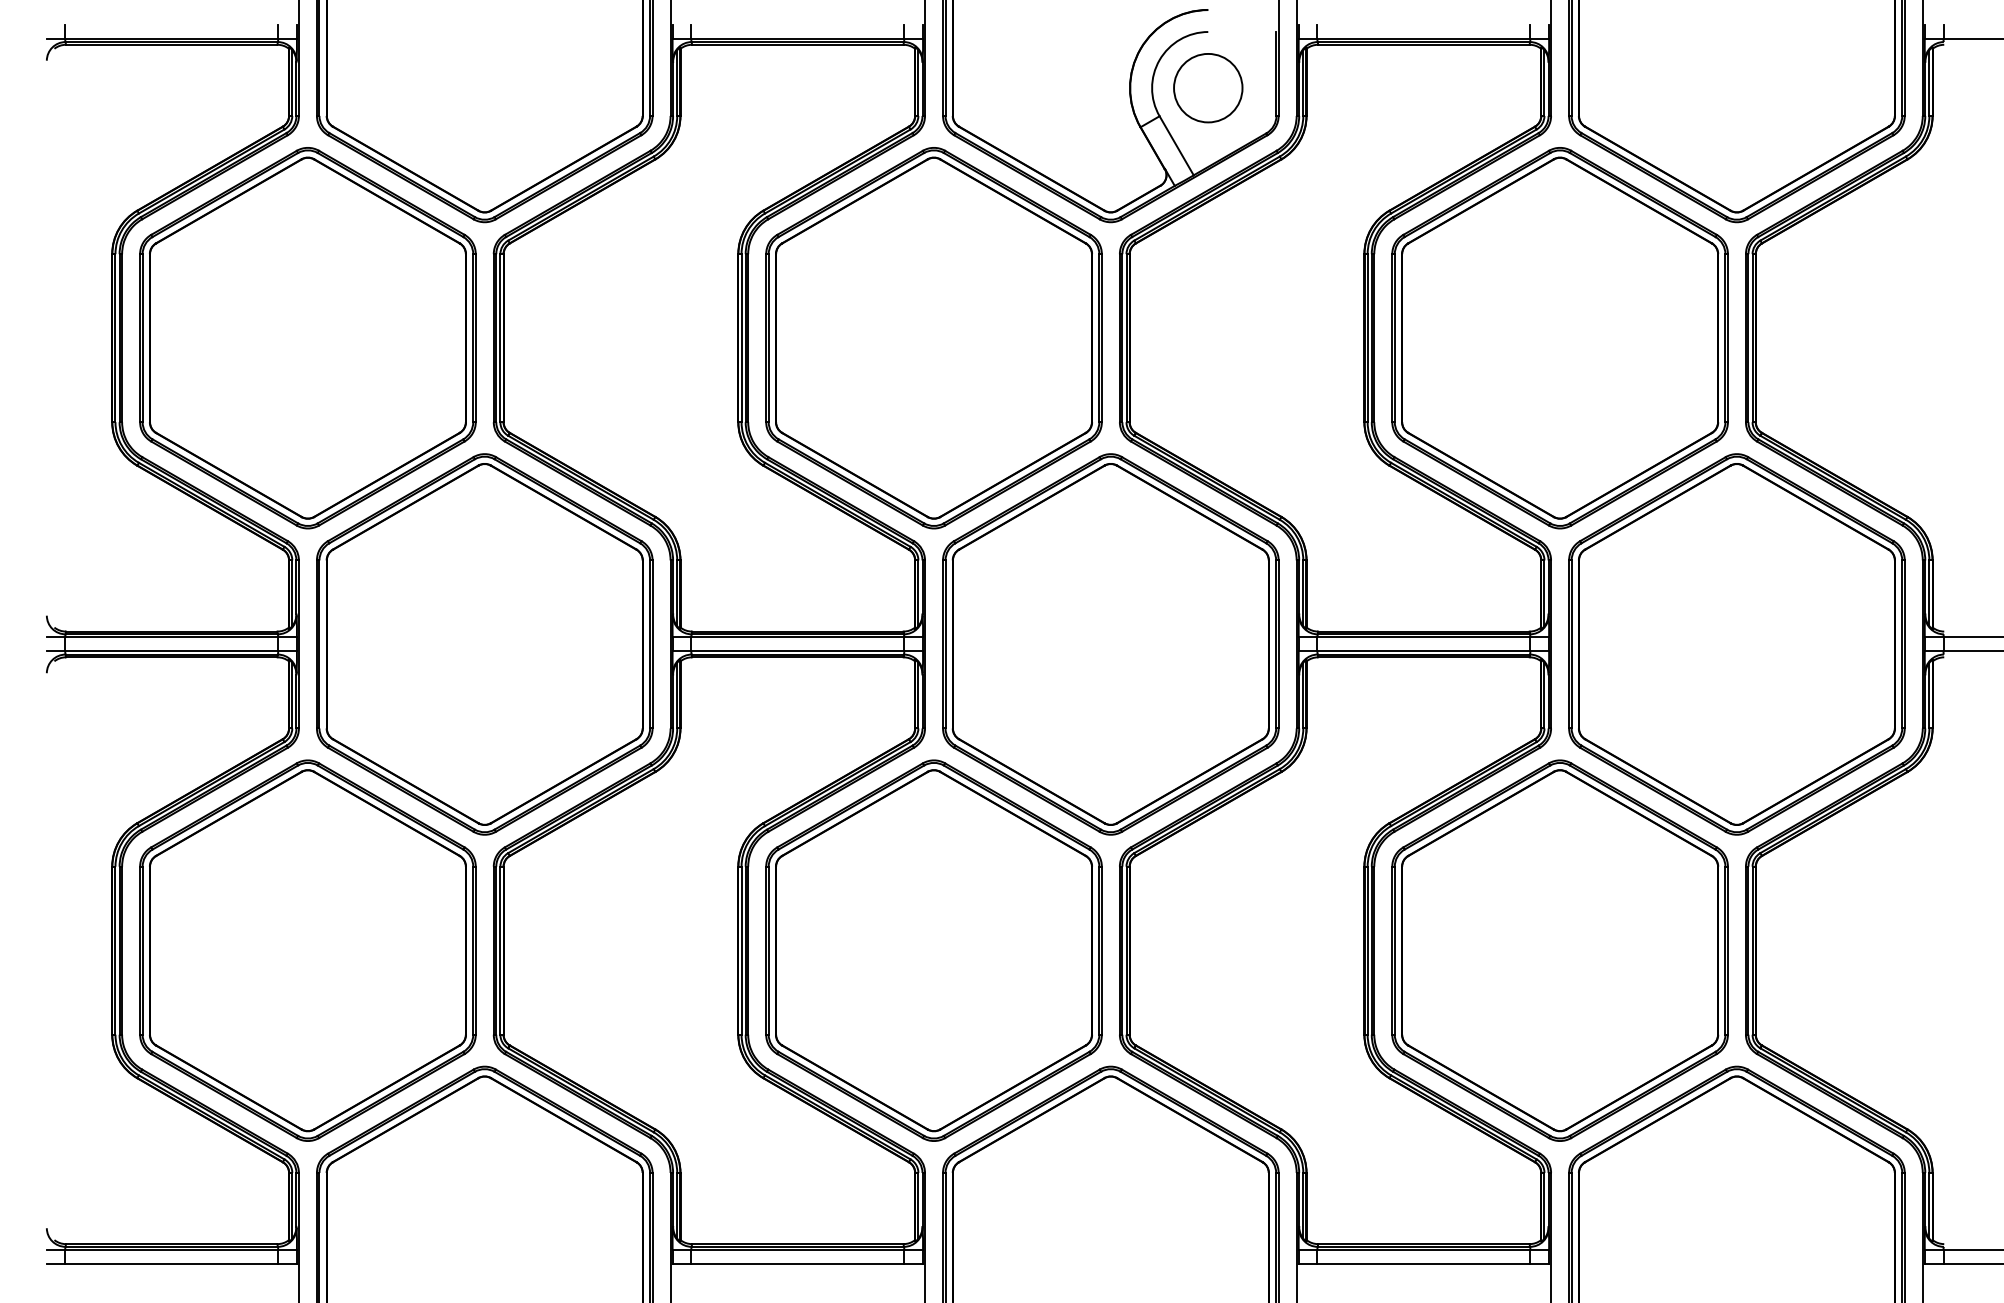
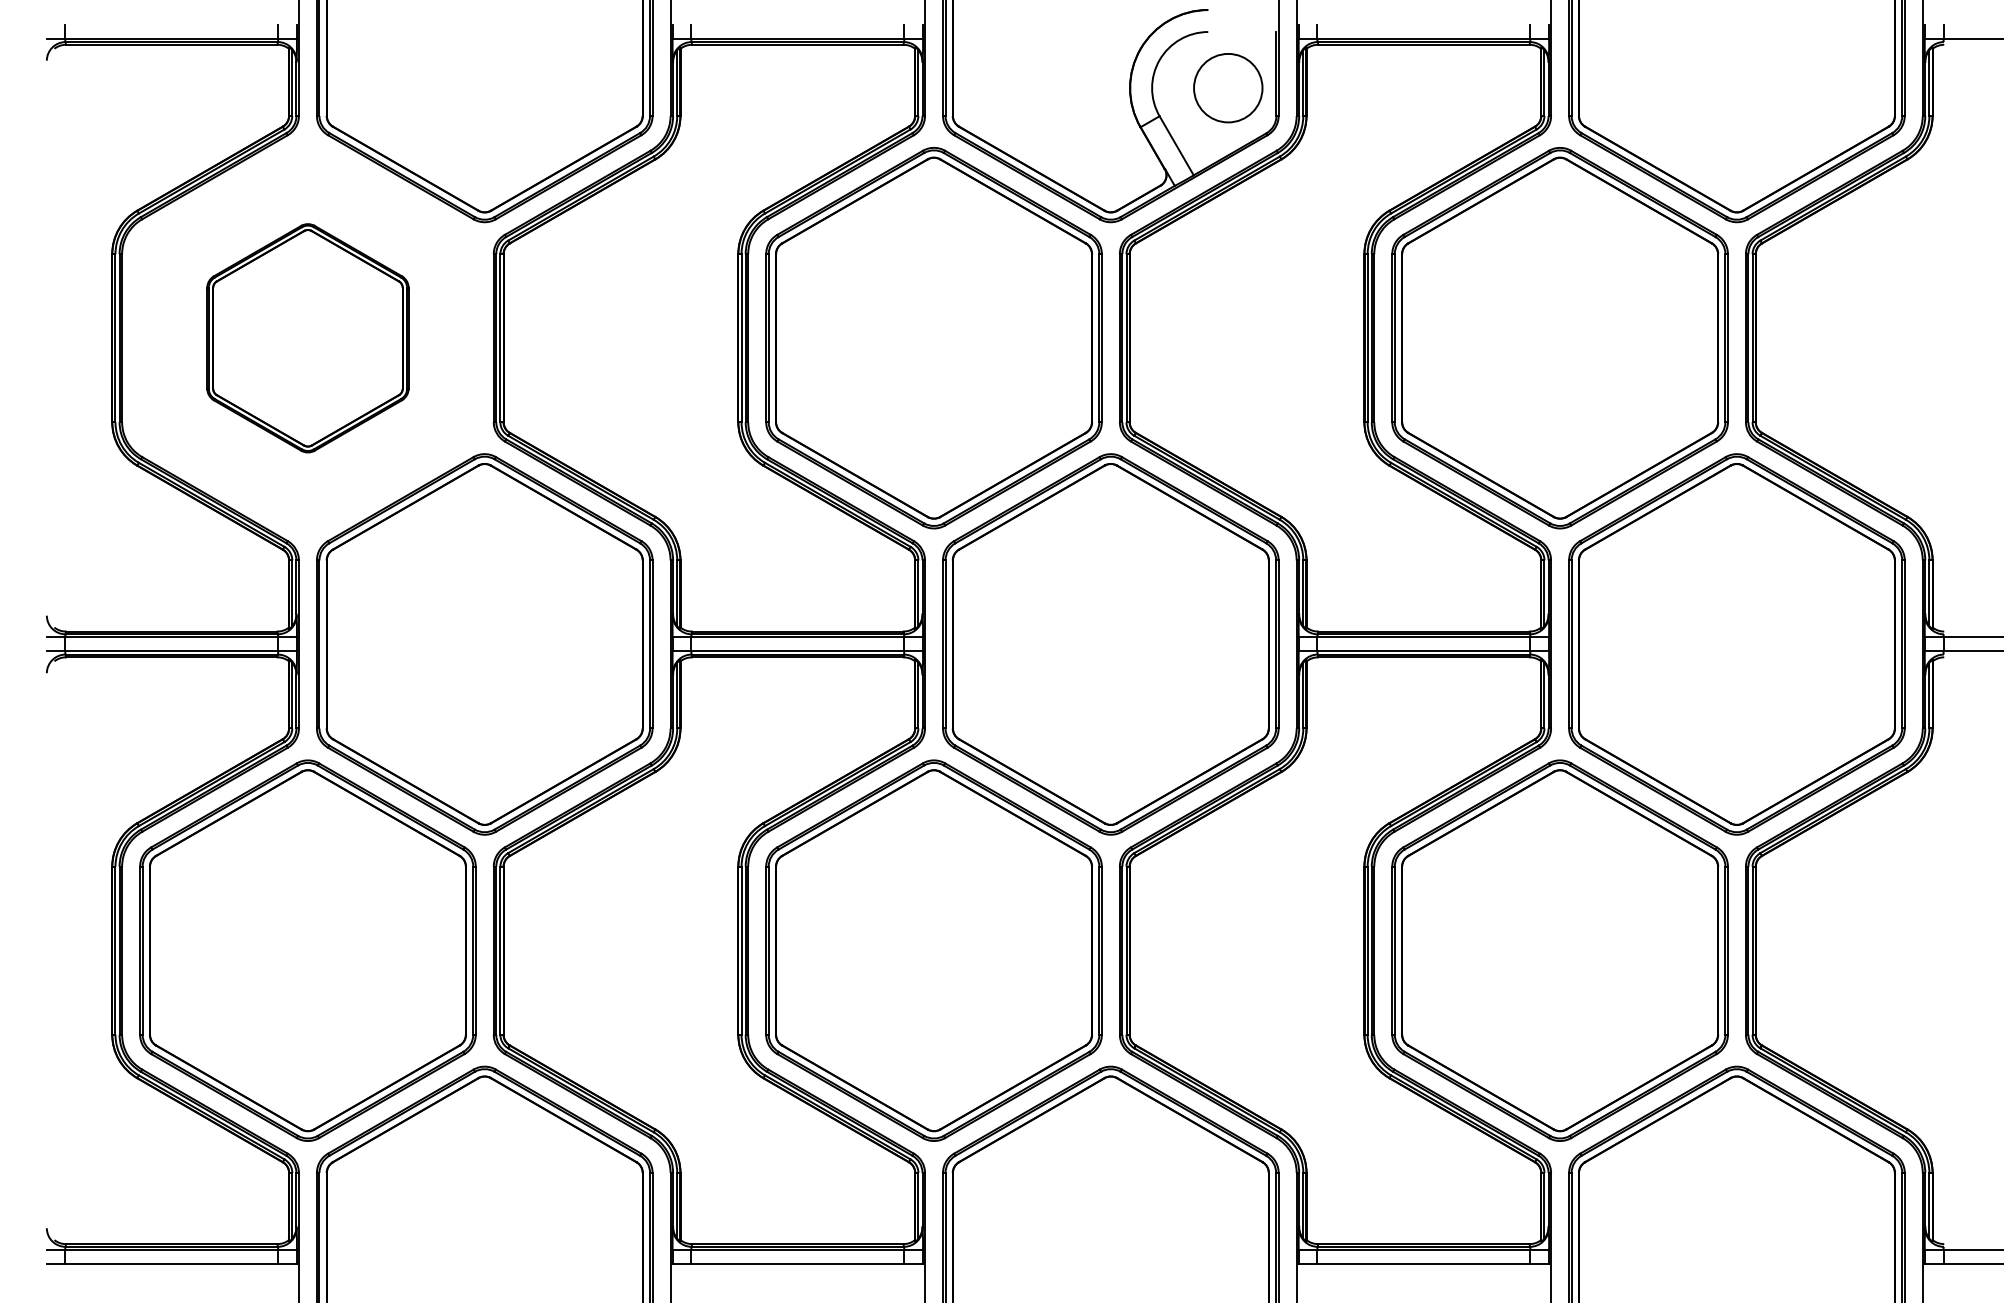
circle at (1208, 88) position: (1208, 88) -> (1228, 88)
part at (307, 338) size: 338x383 px -> 204x231 px
